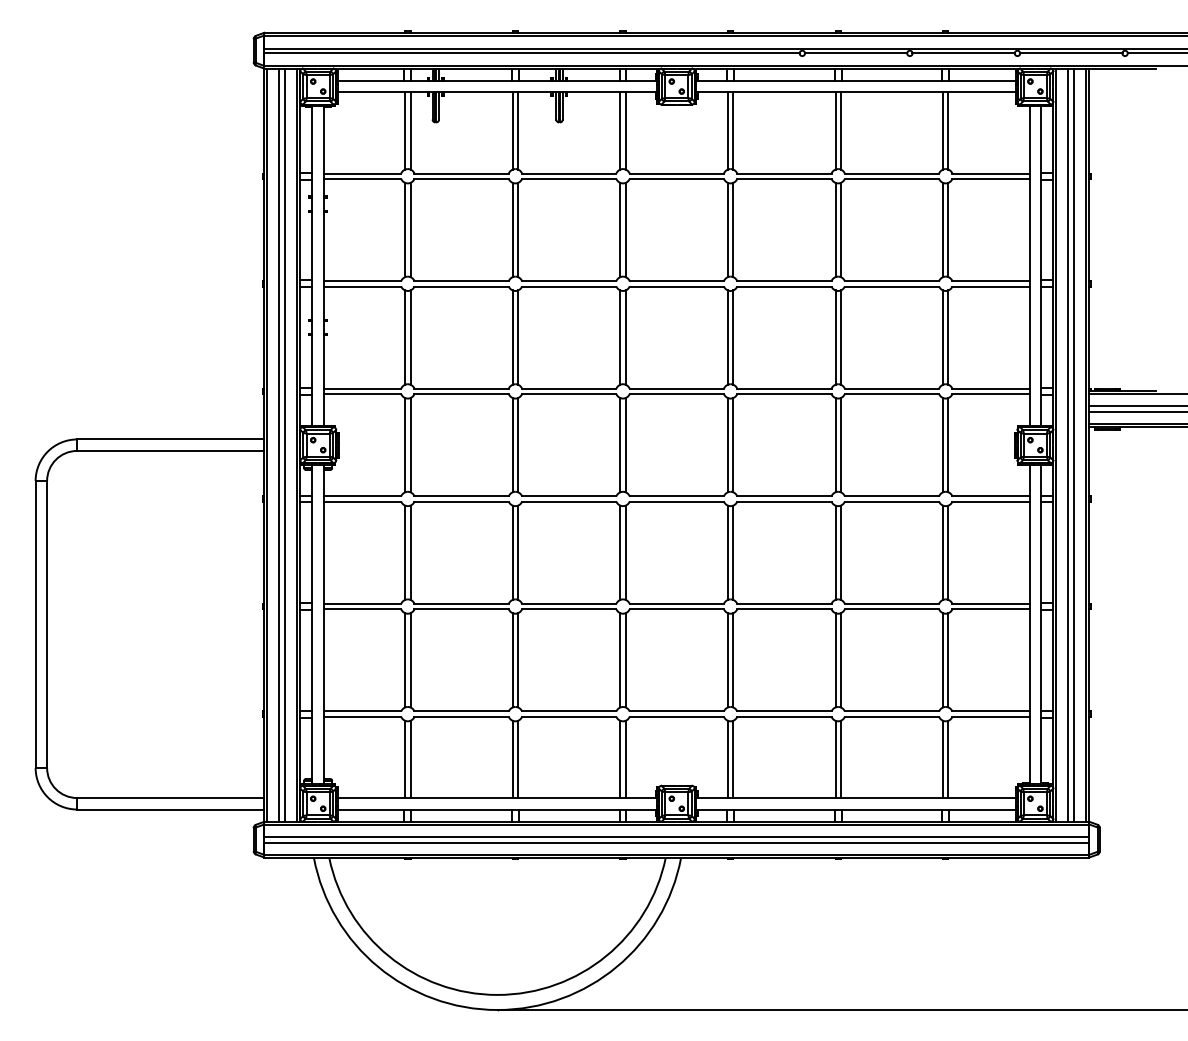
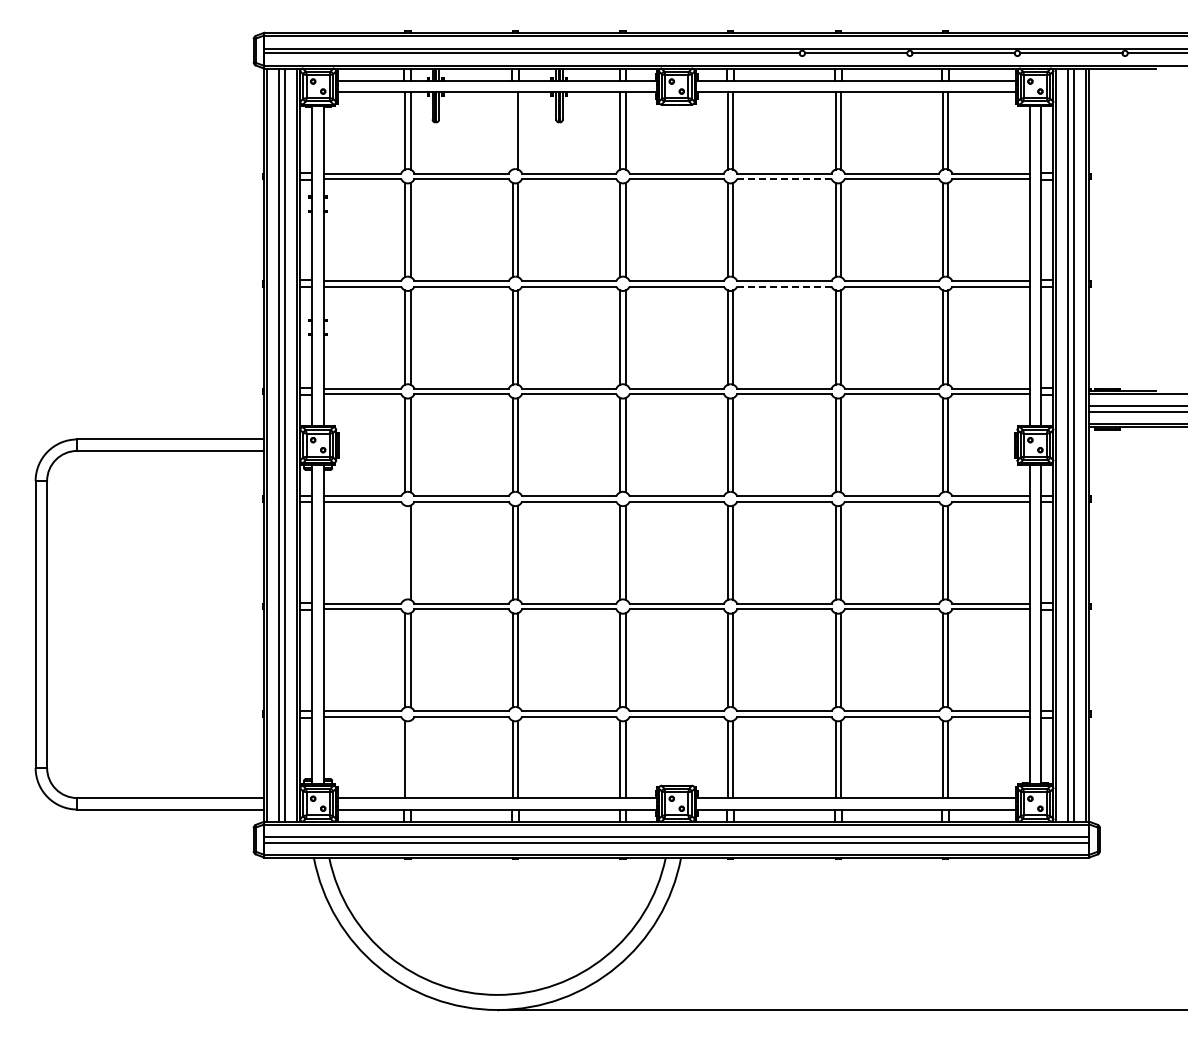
line at (512, 130): present -> none
line at (784, 178): solid -> dashed
line at (784, 286): solid -> dashed
line at (405, 552): present -> none
line at (410, 759): present -> none
